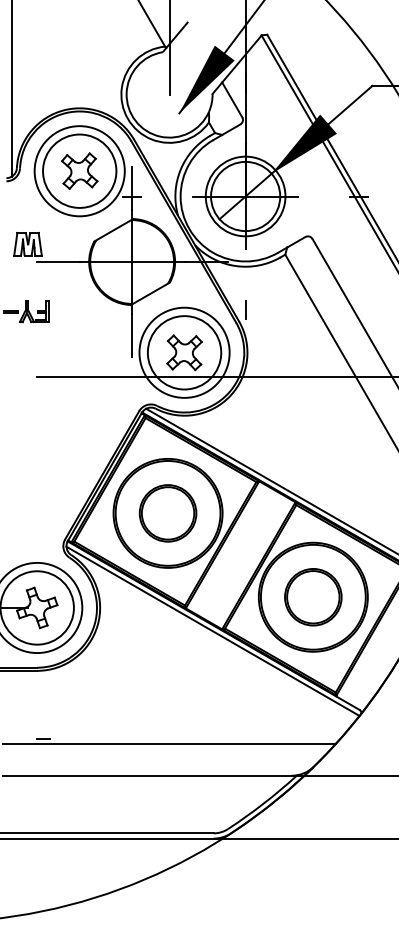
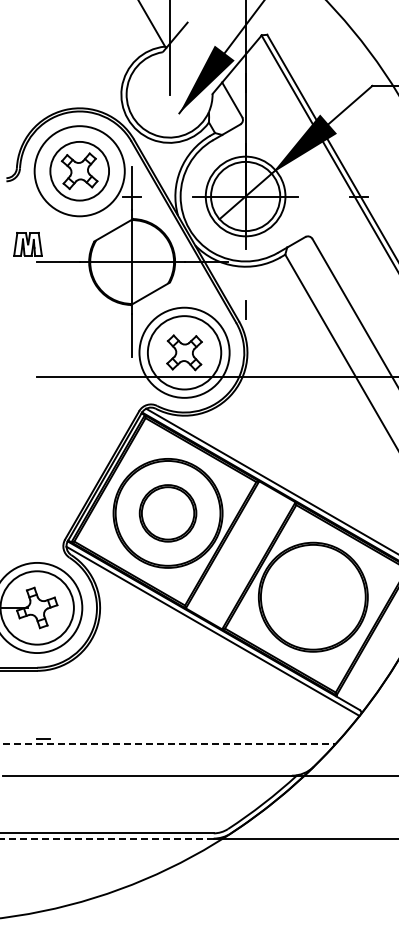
line at (12, 89): present -> none
circle at (79, 170) diameter: 73 px -> 59 px
part at (26, 311): present -> none
part at (313, 597): present -> none
line at (169, 744): solid -> dashed
line at (106, 838): solid -> dashed
